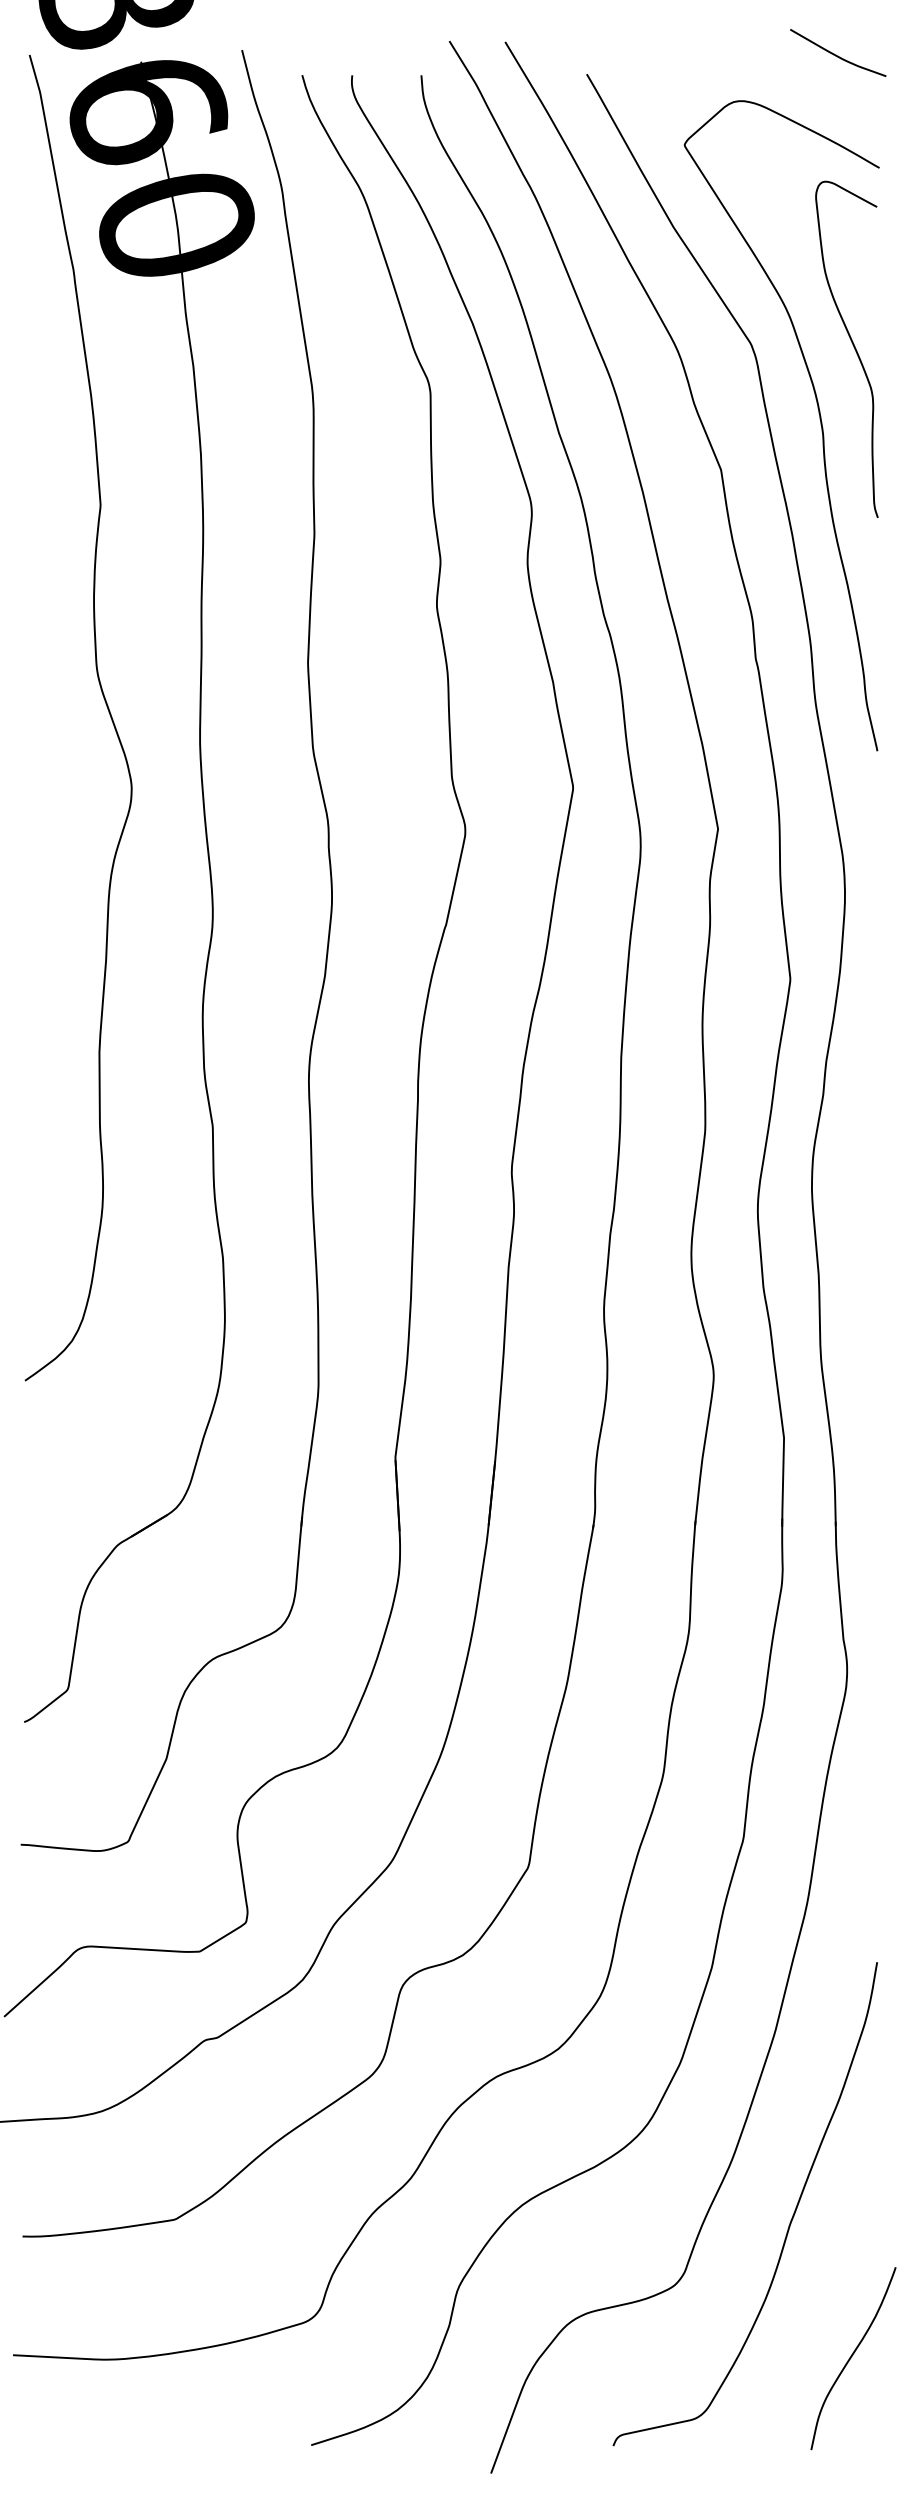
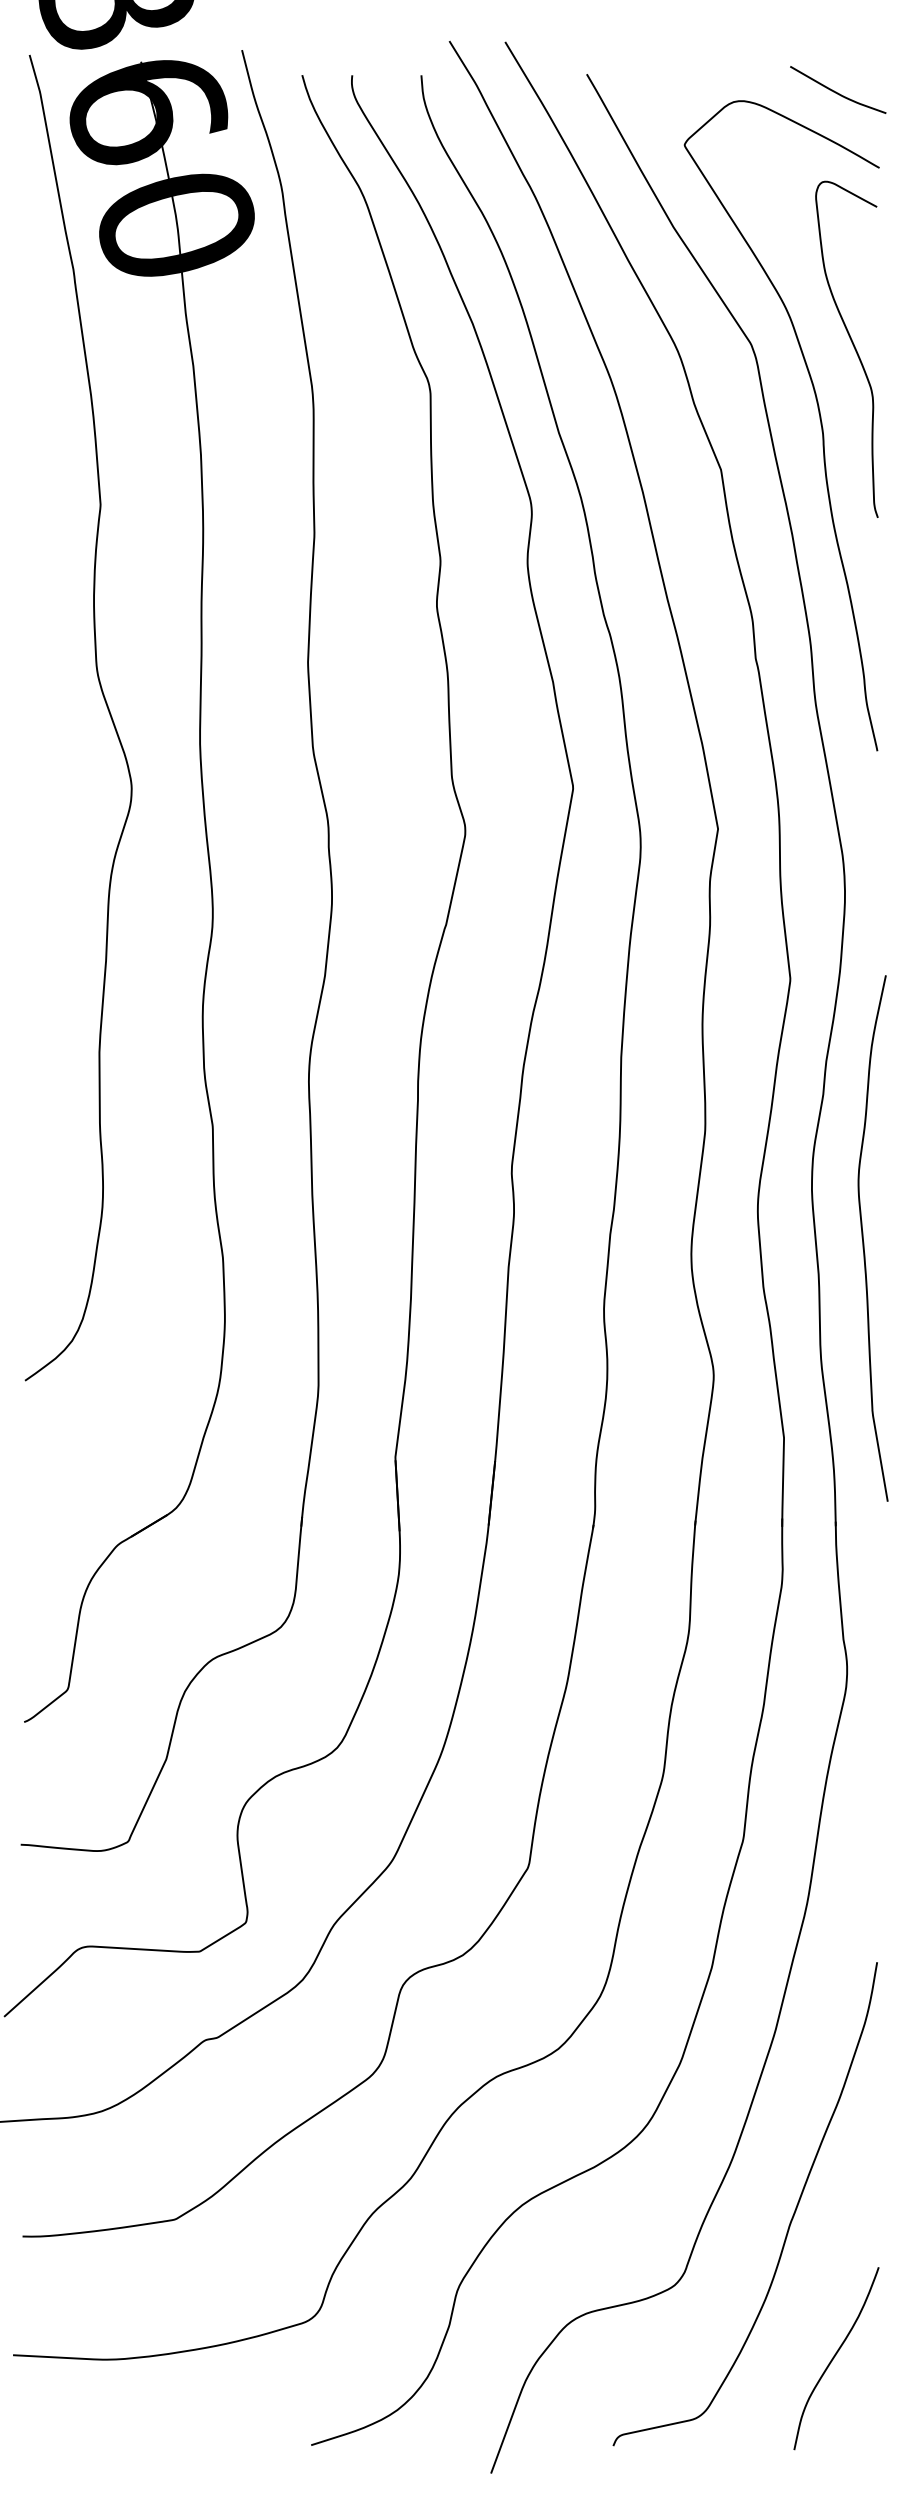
curve at (836, 54) position: (836, 54) -> (836, 91)
curve at (864, 1242): none -> present
curve at (851, 2358) position: (851, 2358) -> (834, 2358)
